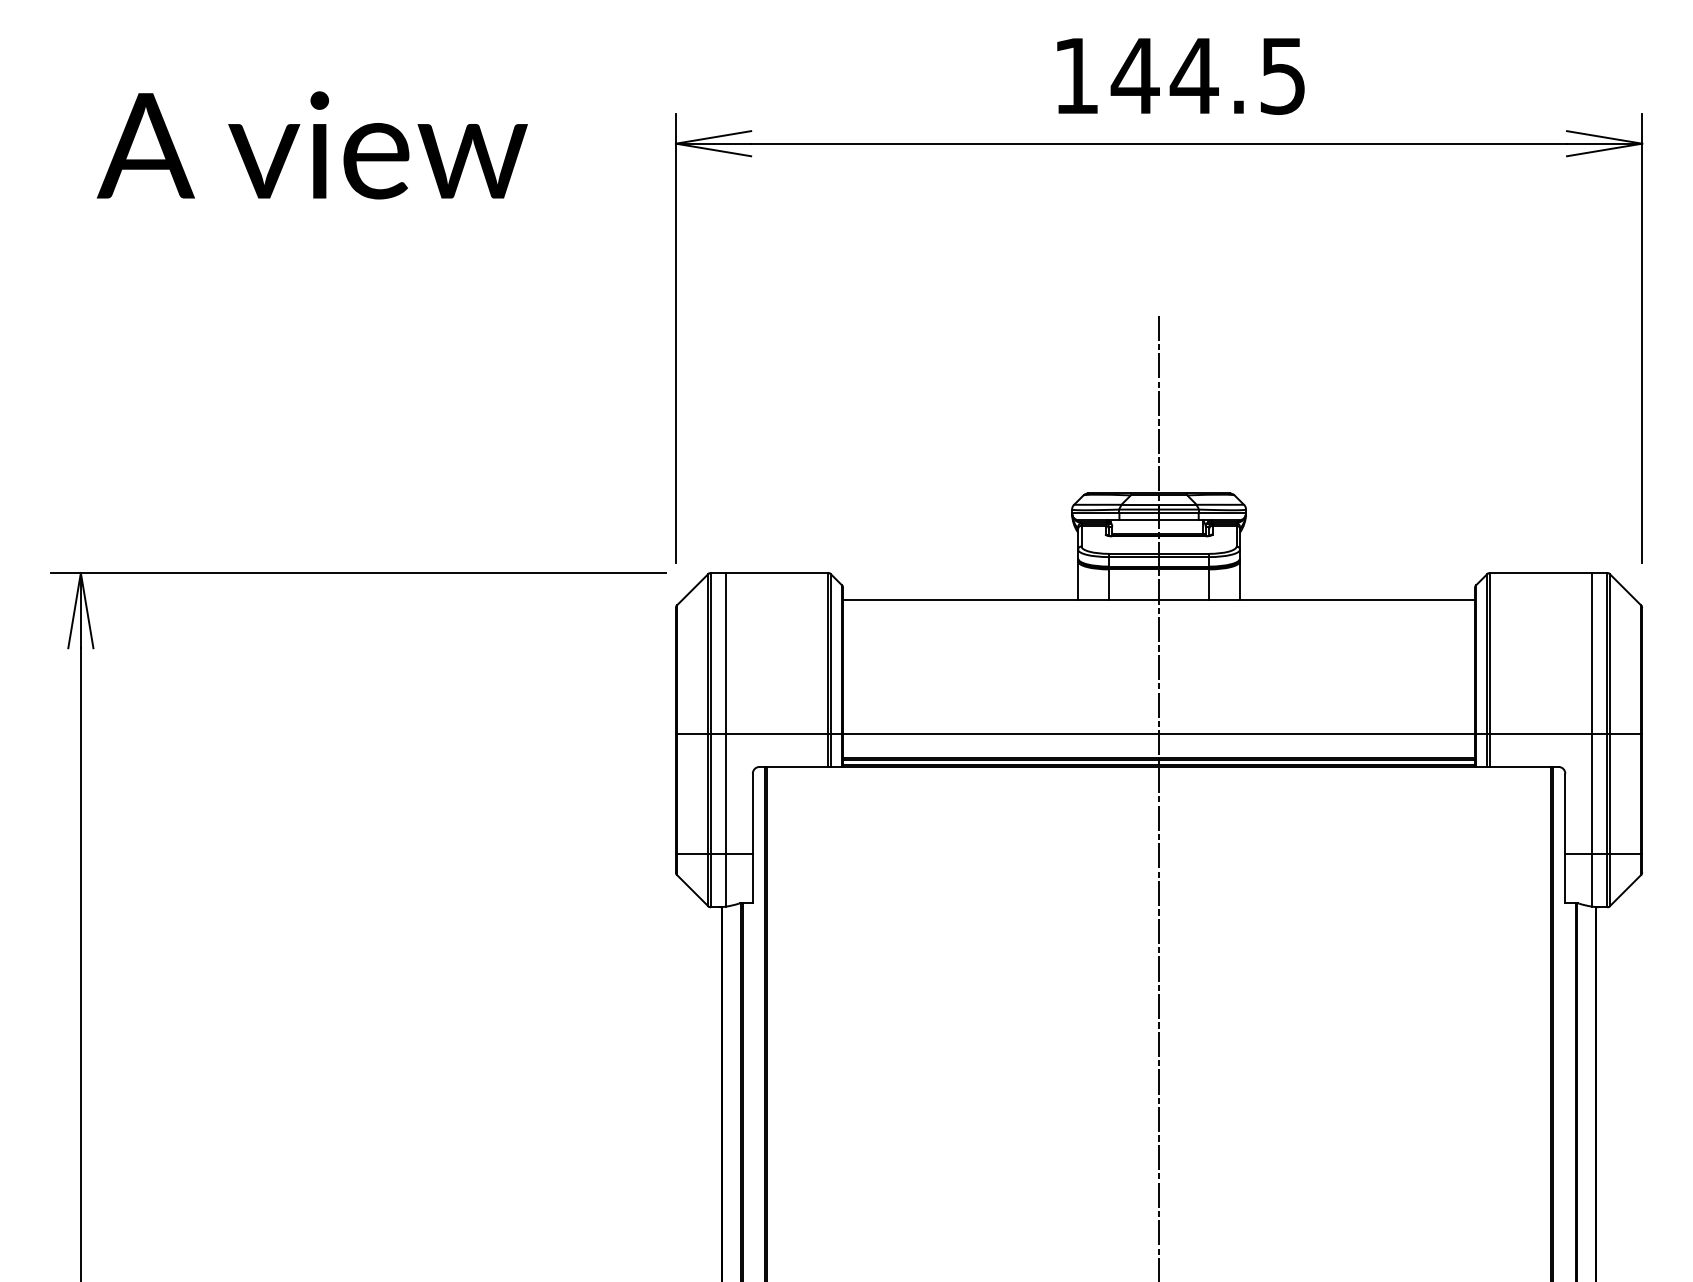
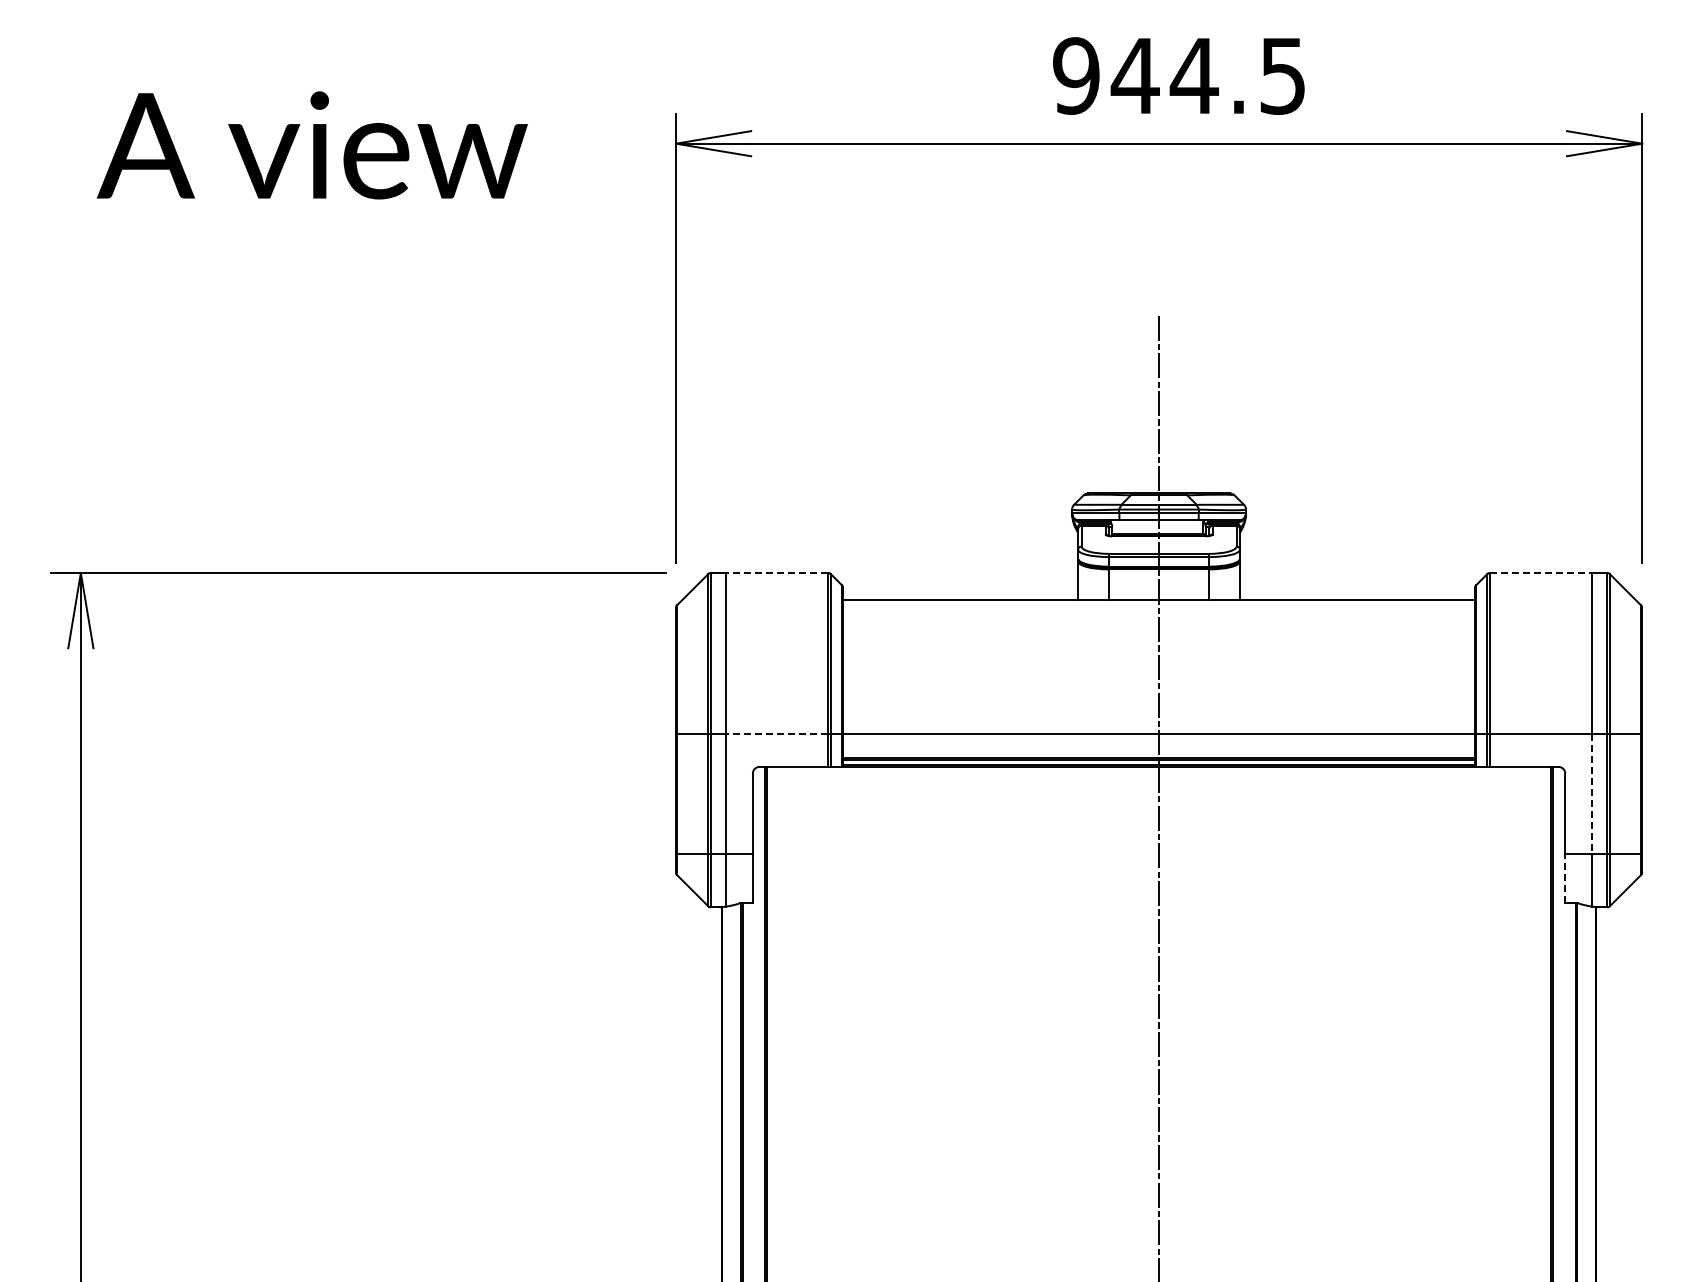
text at (1076, 75): 144.5 -> 944.5
line at (776, 573): solid -> dashed
line at (1541, 573): solid -> dashed
line at (776, 733): solid -> dashed
line at (1592, 794): solid -> dashed
line at (1565, 878): solid -> dashed
